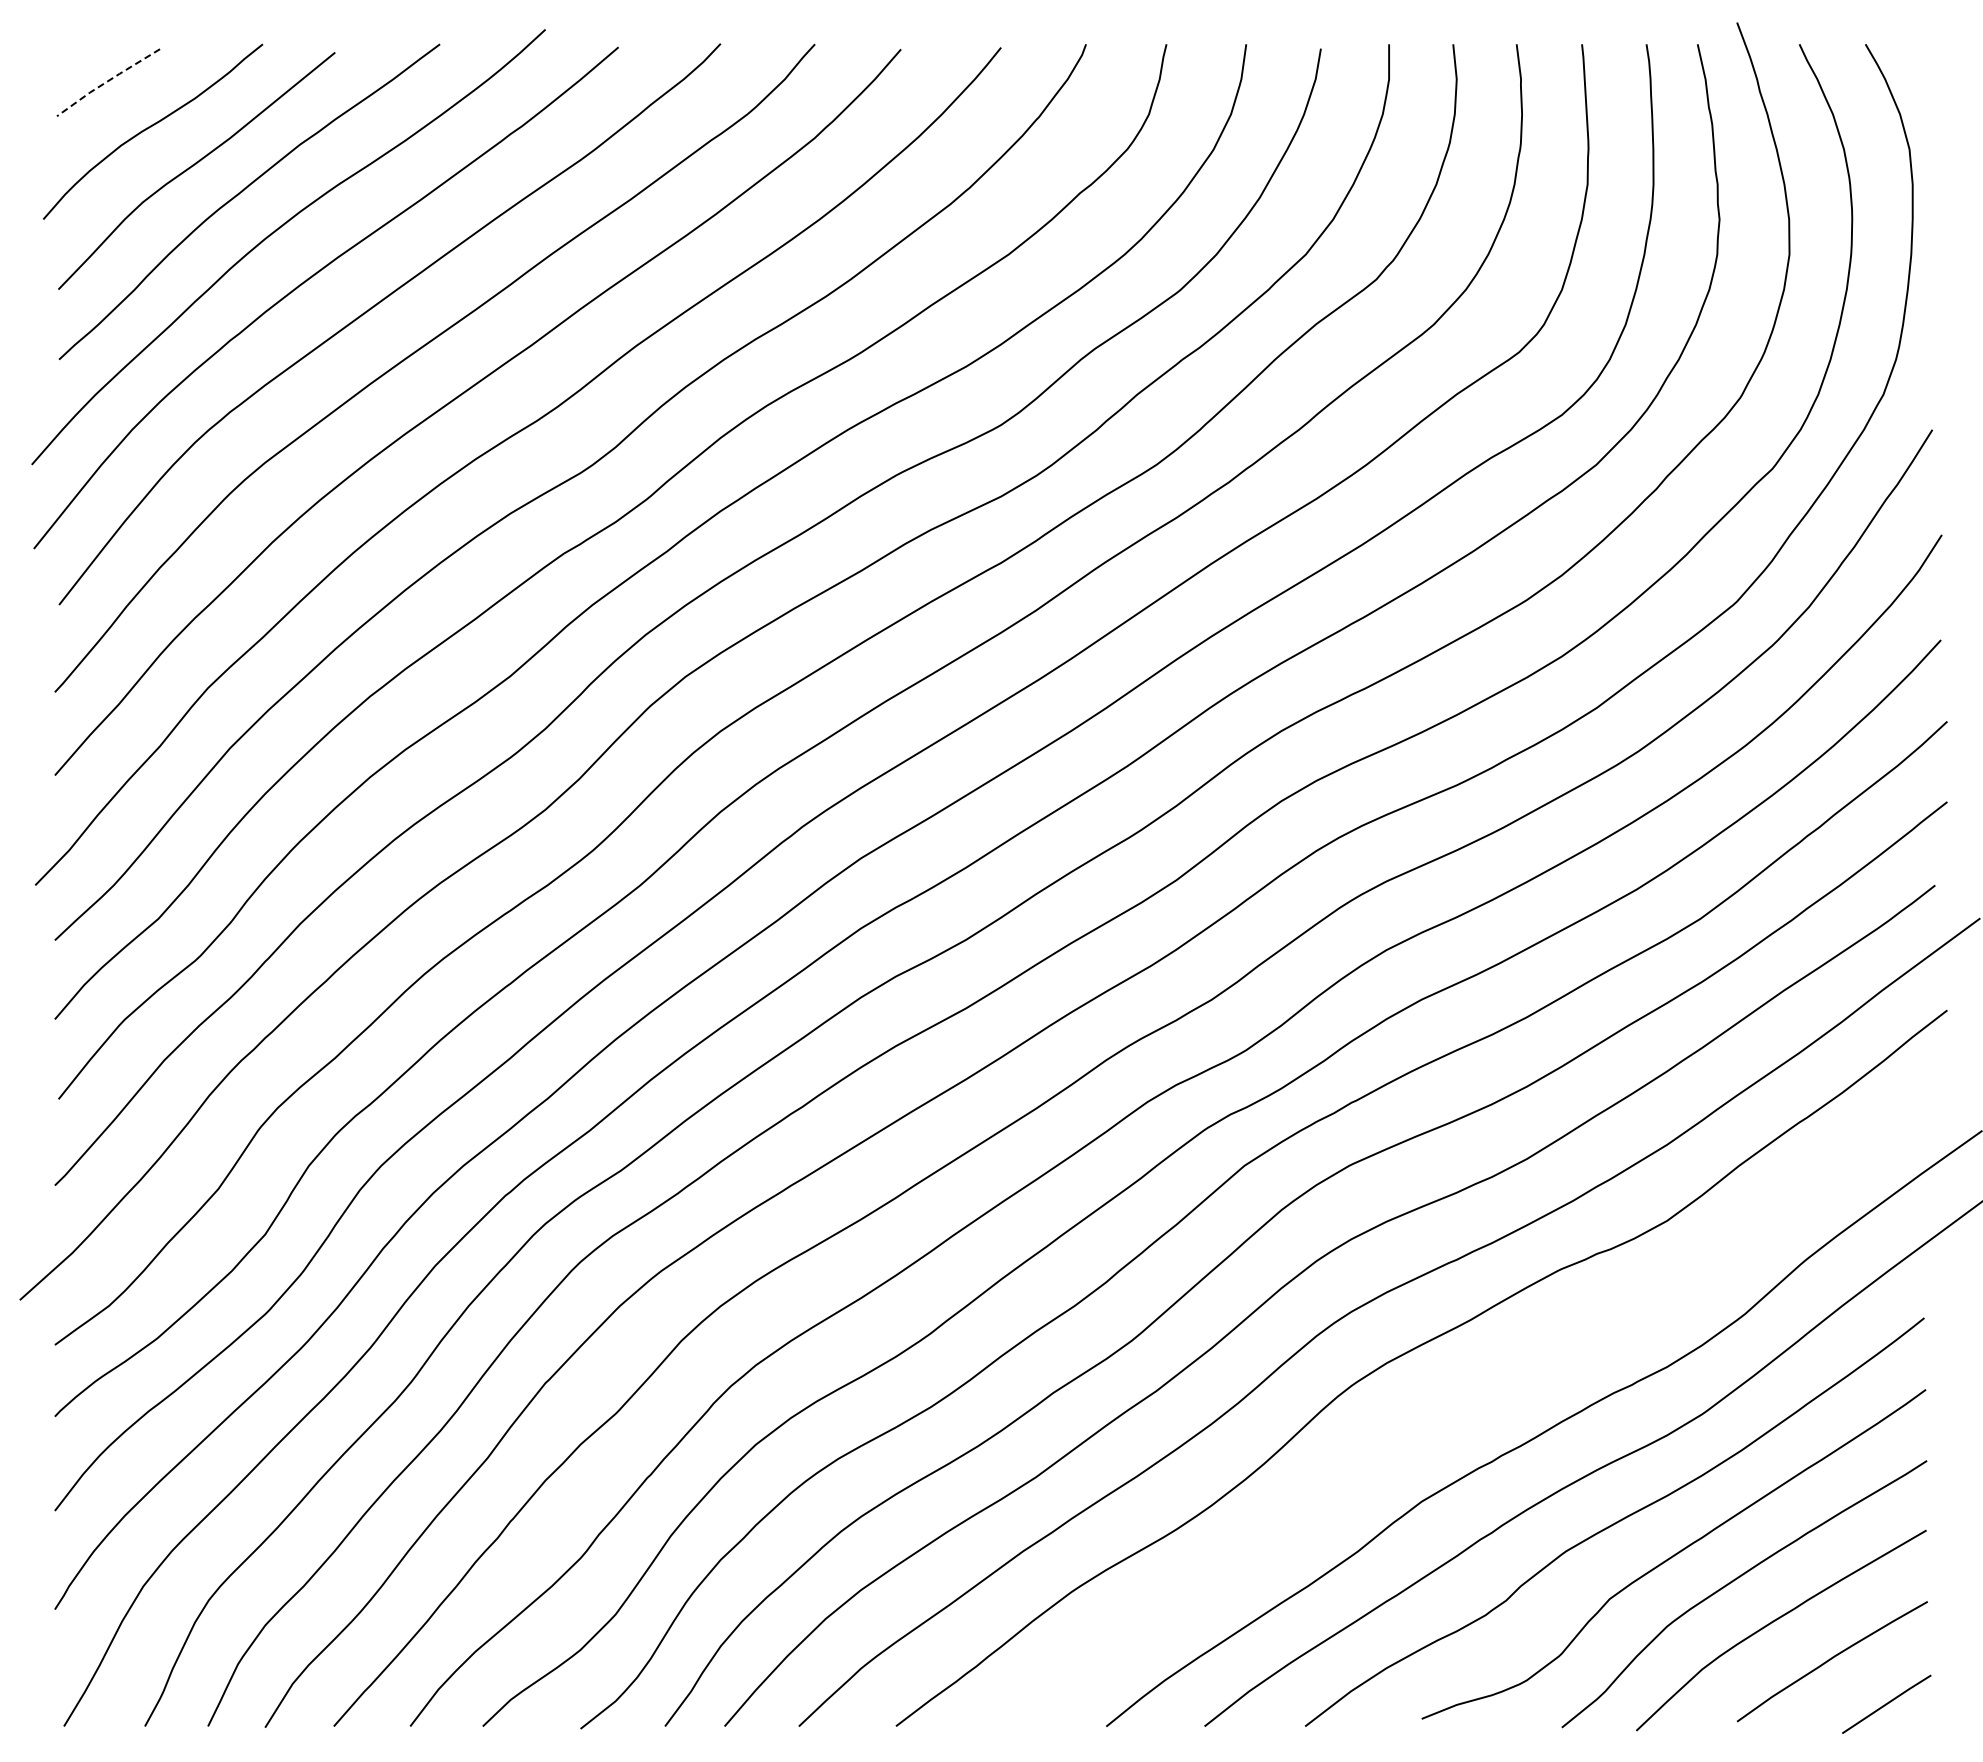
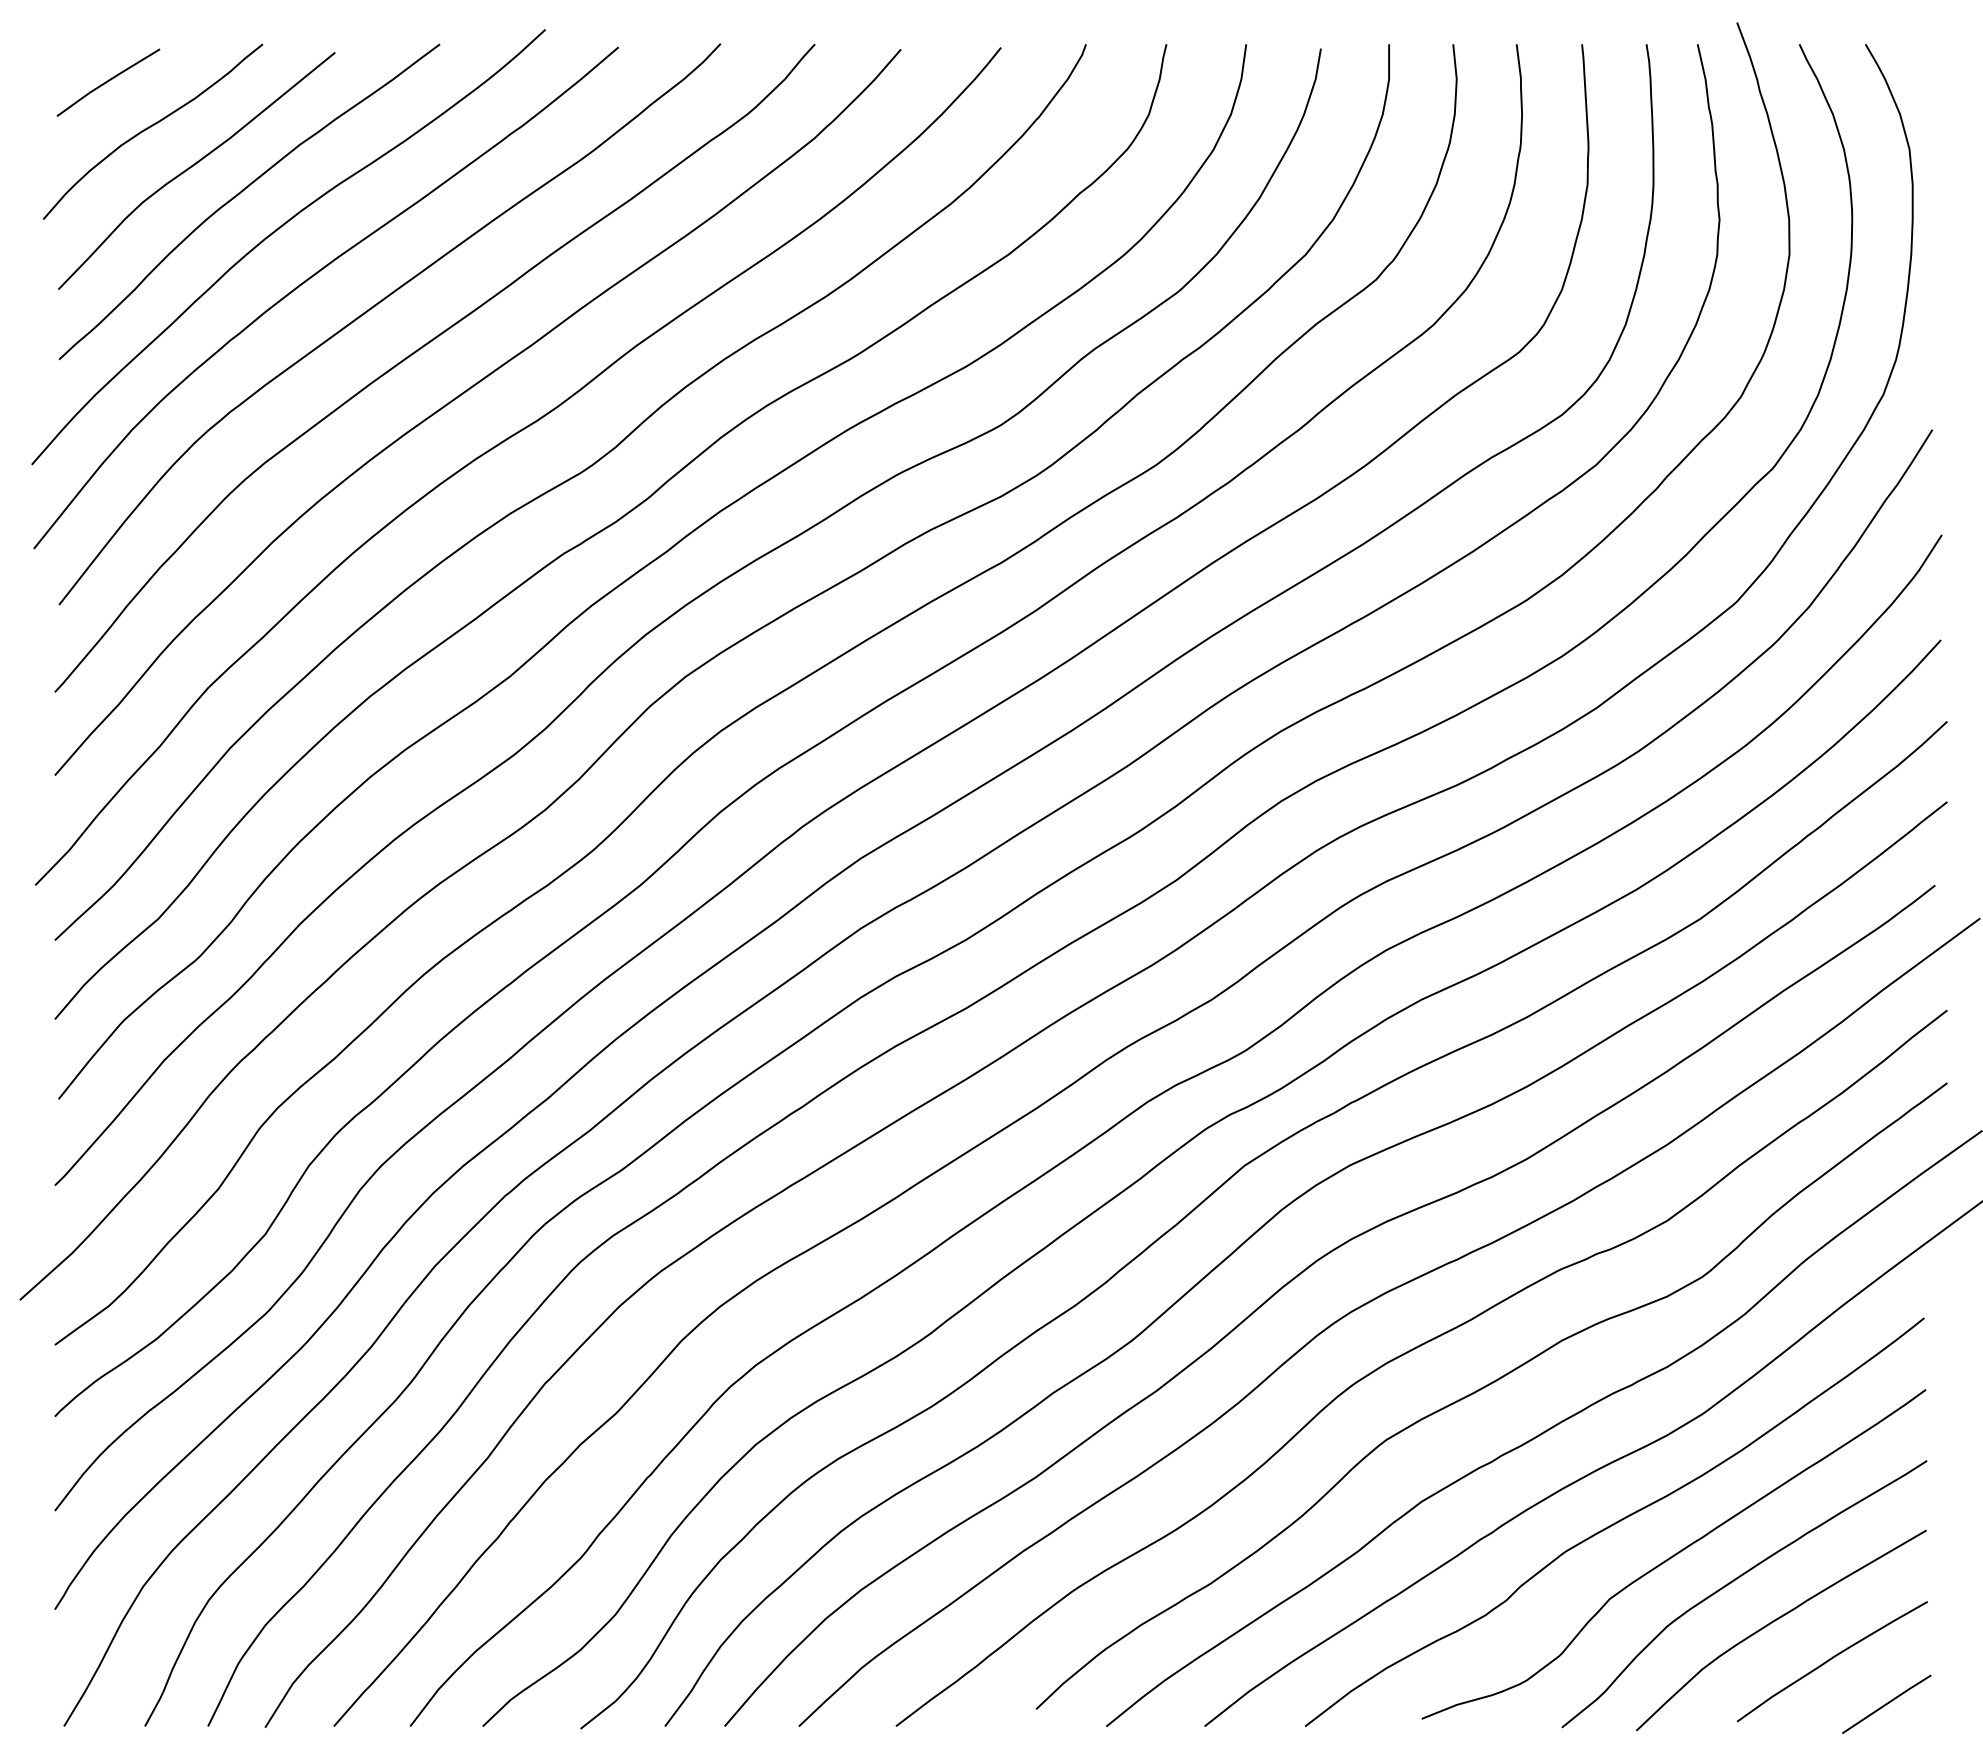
line at (107, 81): dashed -> solid
curve at (1486, 1387): none -> present
